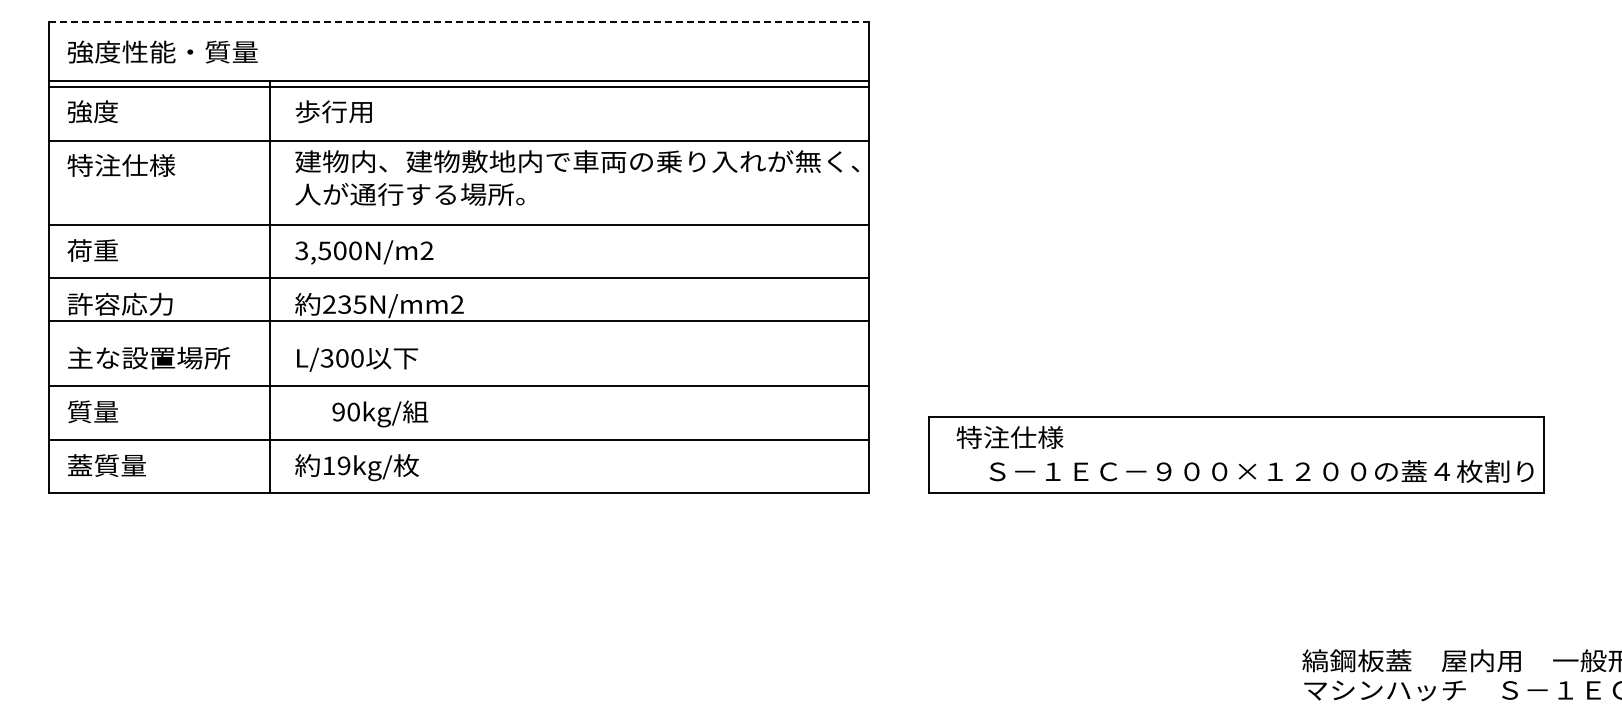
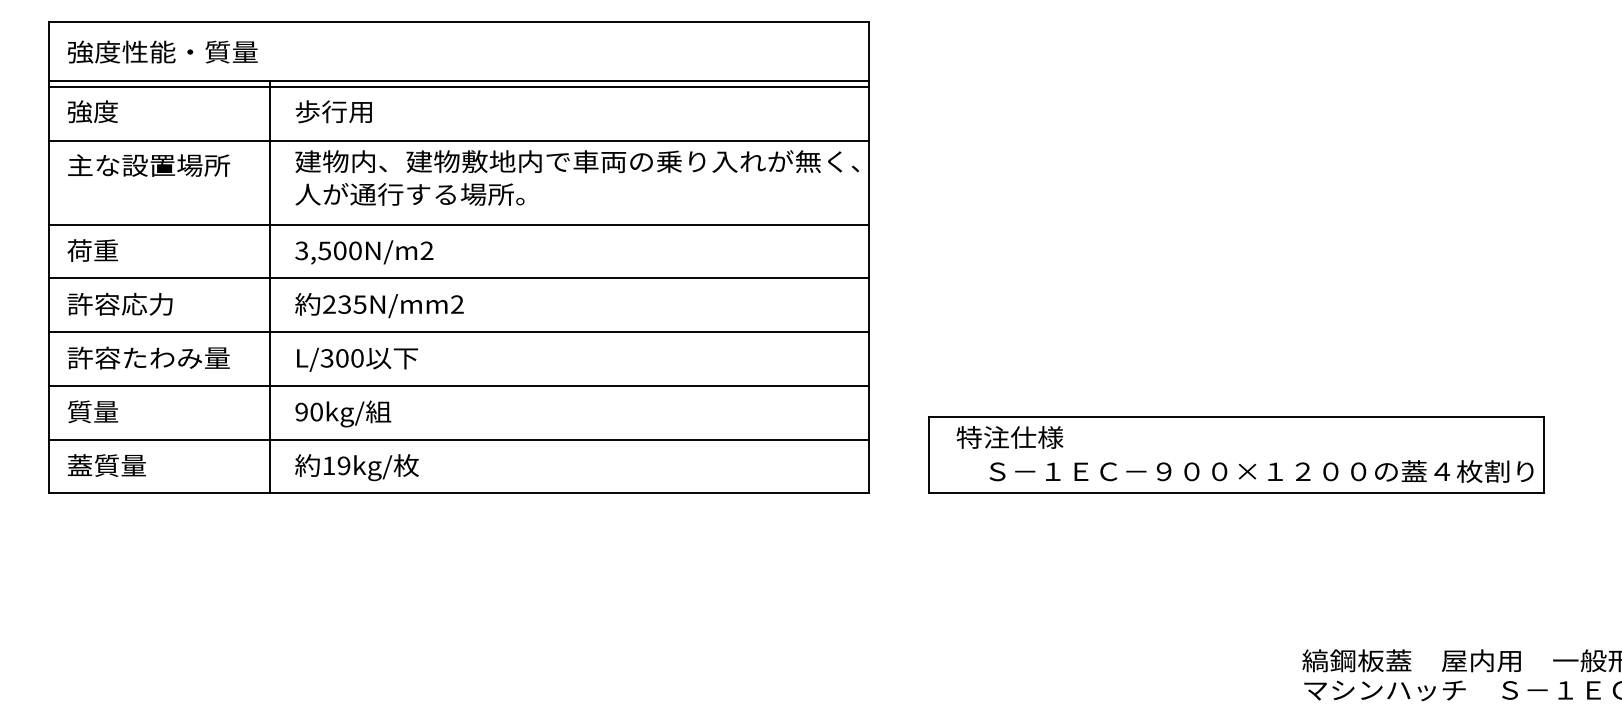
line at (459, 21): dashed -> solid
text at (148, 165): 特注仕様 -> 主な設置場所
line at (458, 321) position: (458, 321) -> (458, 332)
text at (148, 357): 主な設置場所 -> 許容たわみ量
text at (380, 413) position: (380, 413) -> (343, 413)
